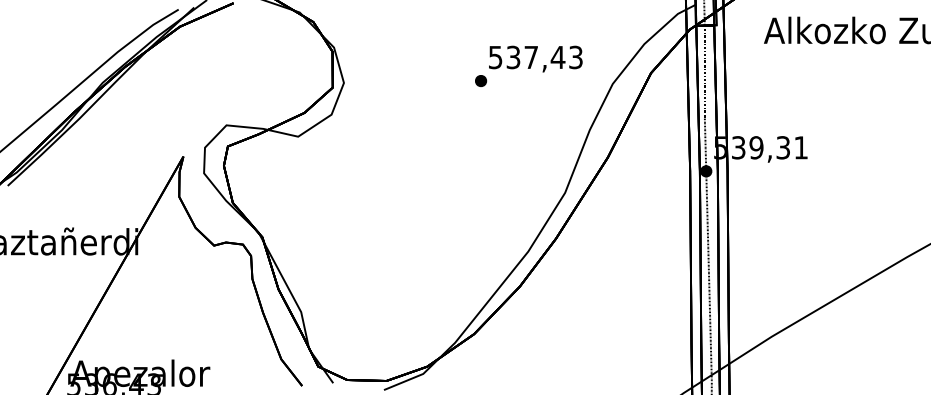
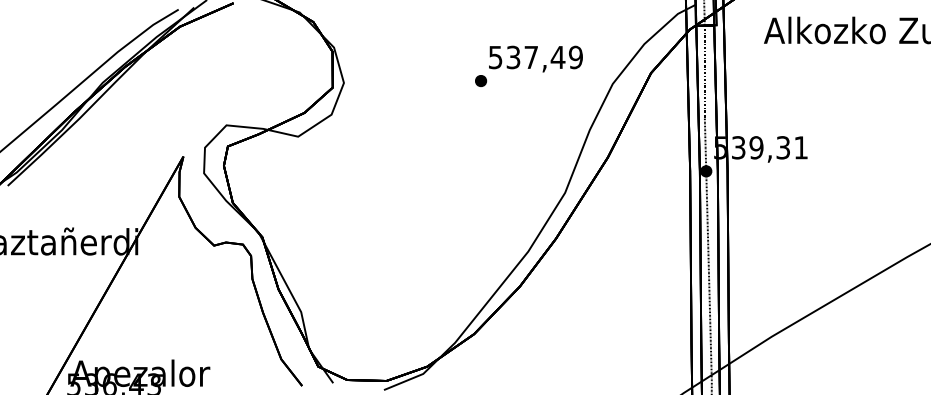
text at (575, 57): 537,43 -> 537,49
